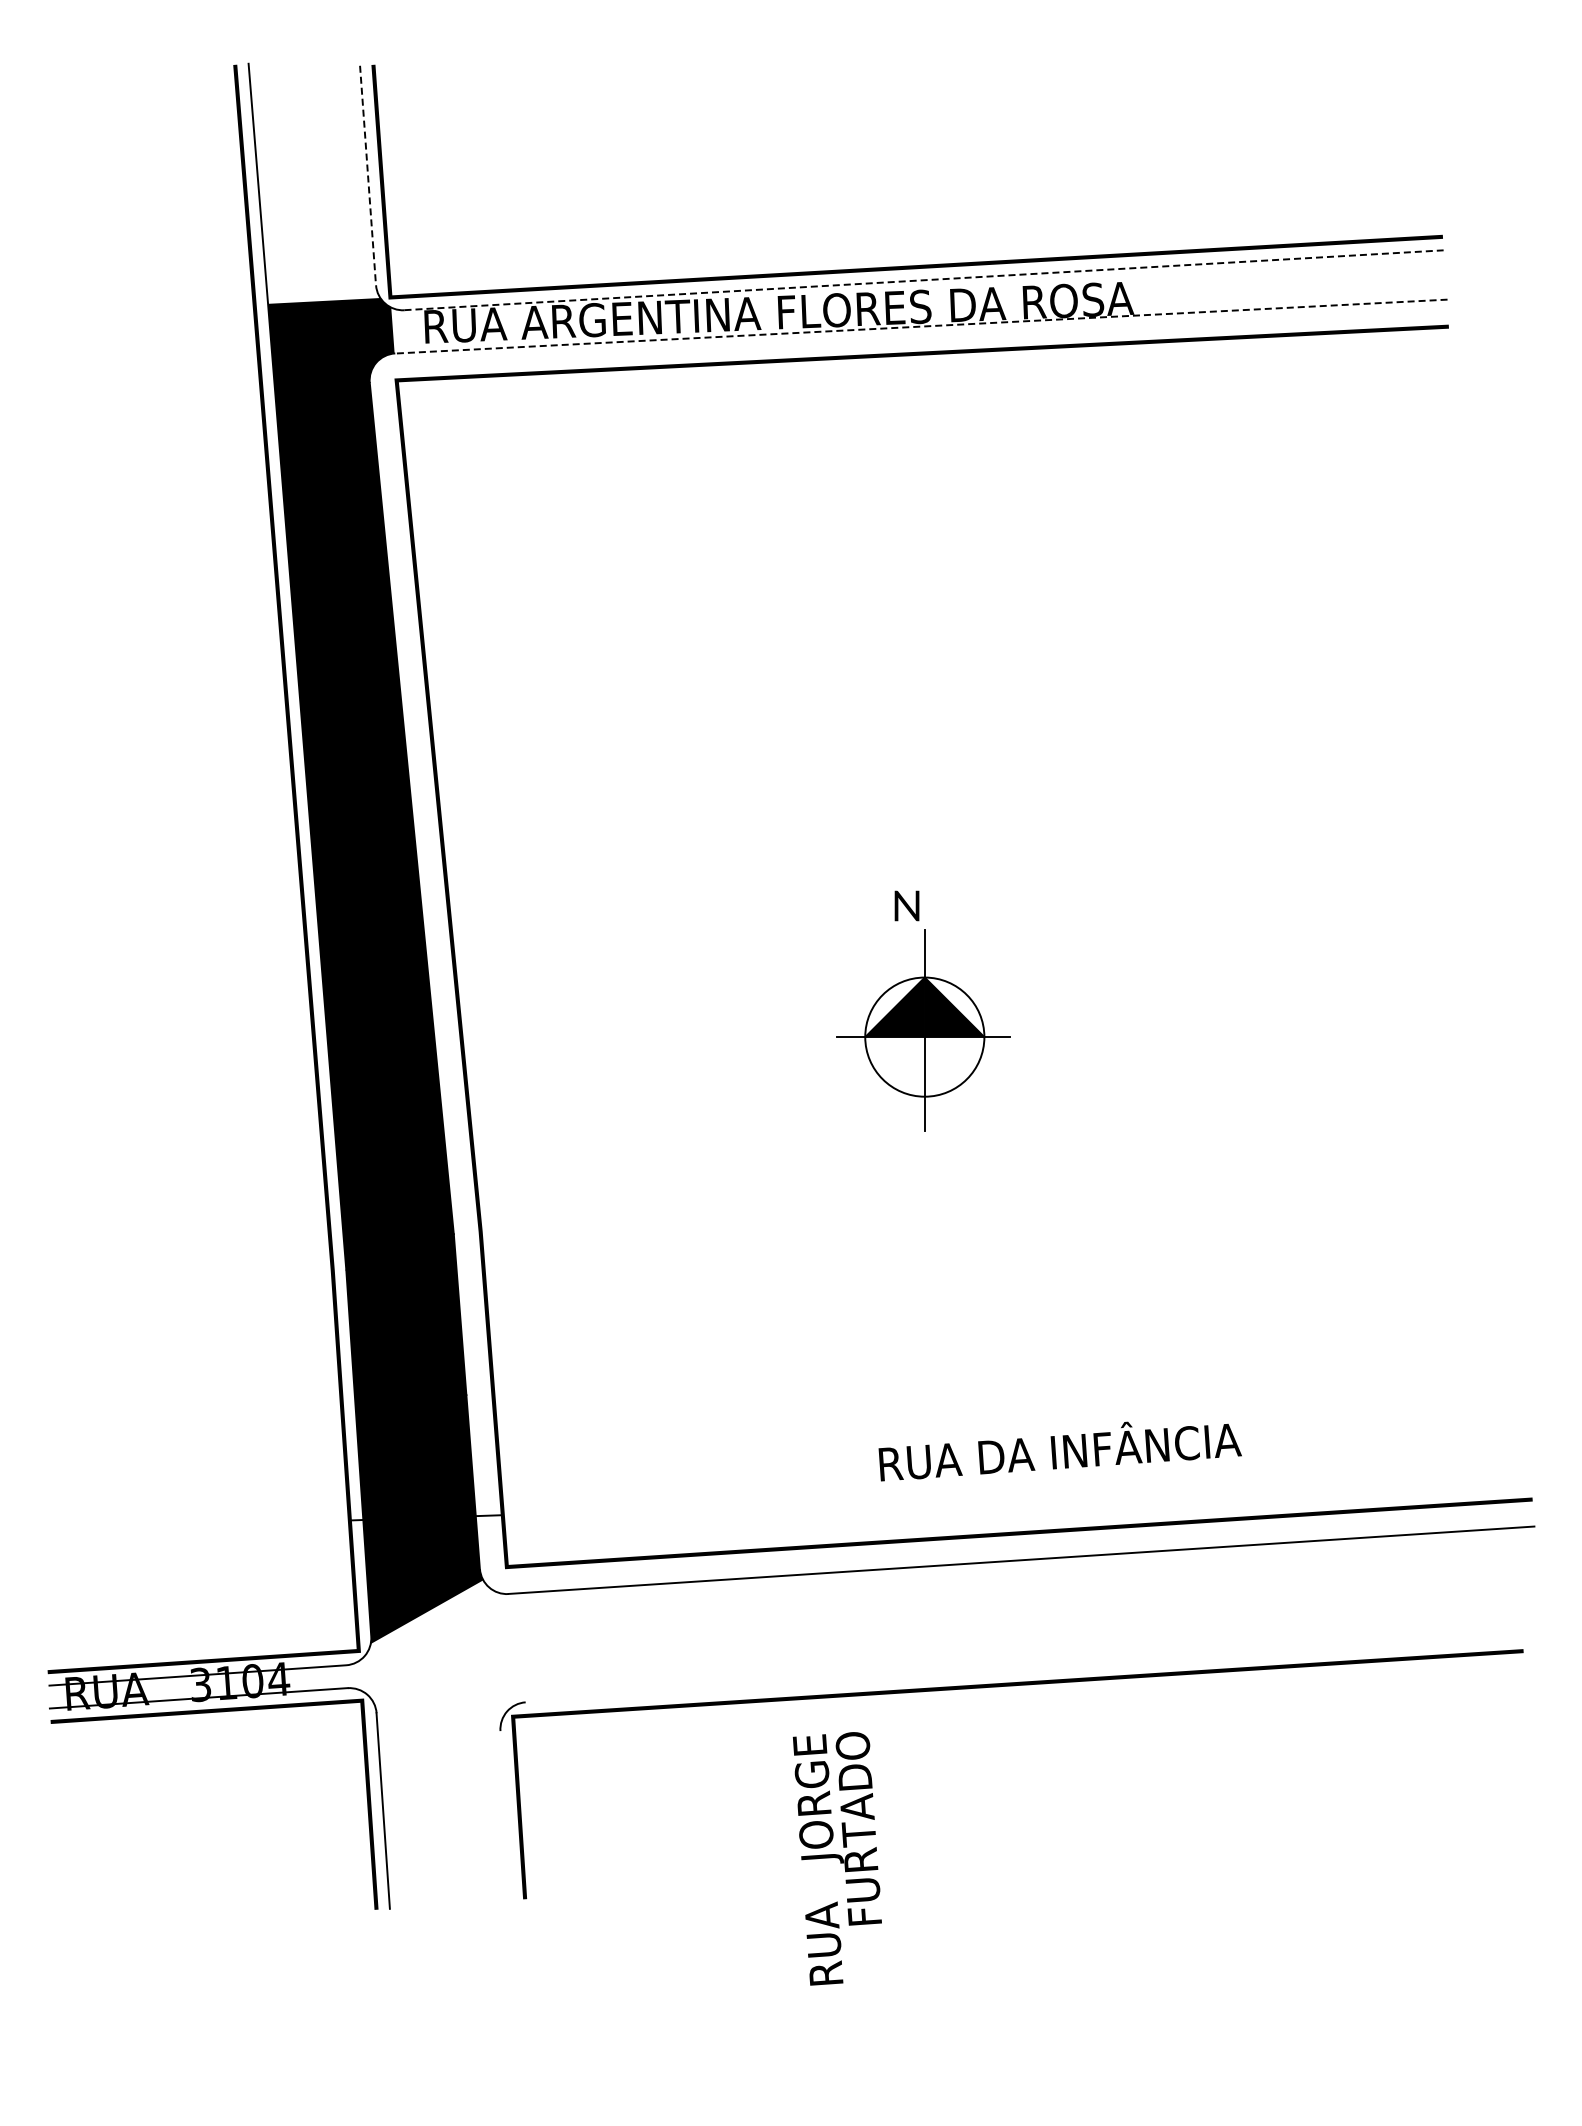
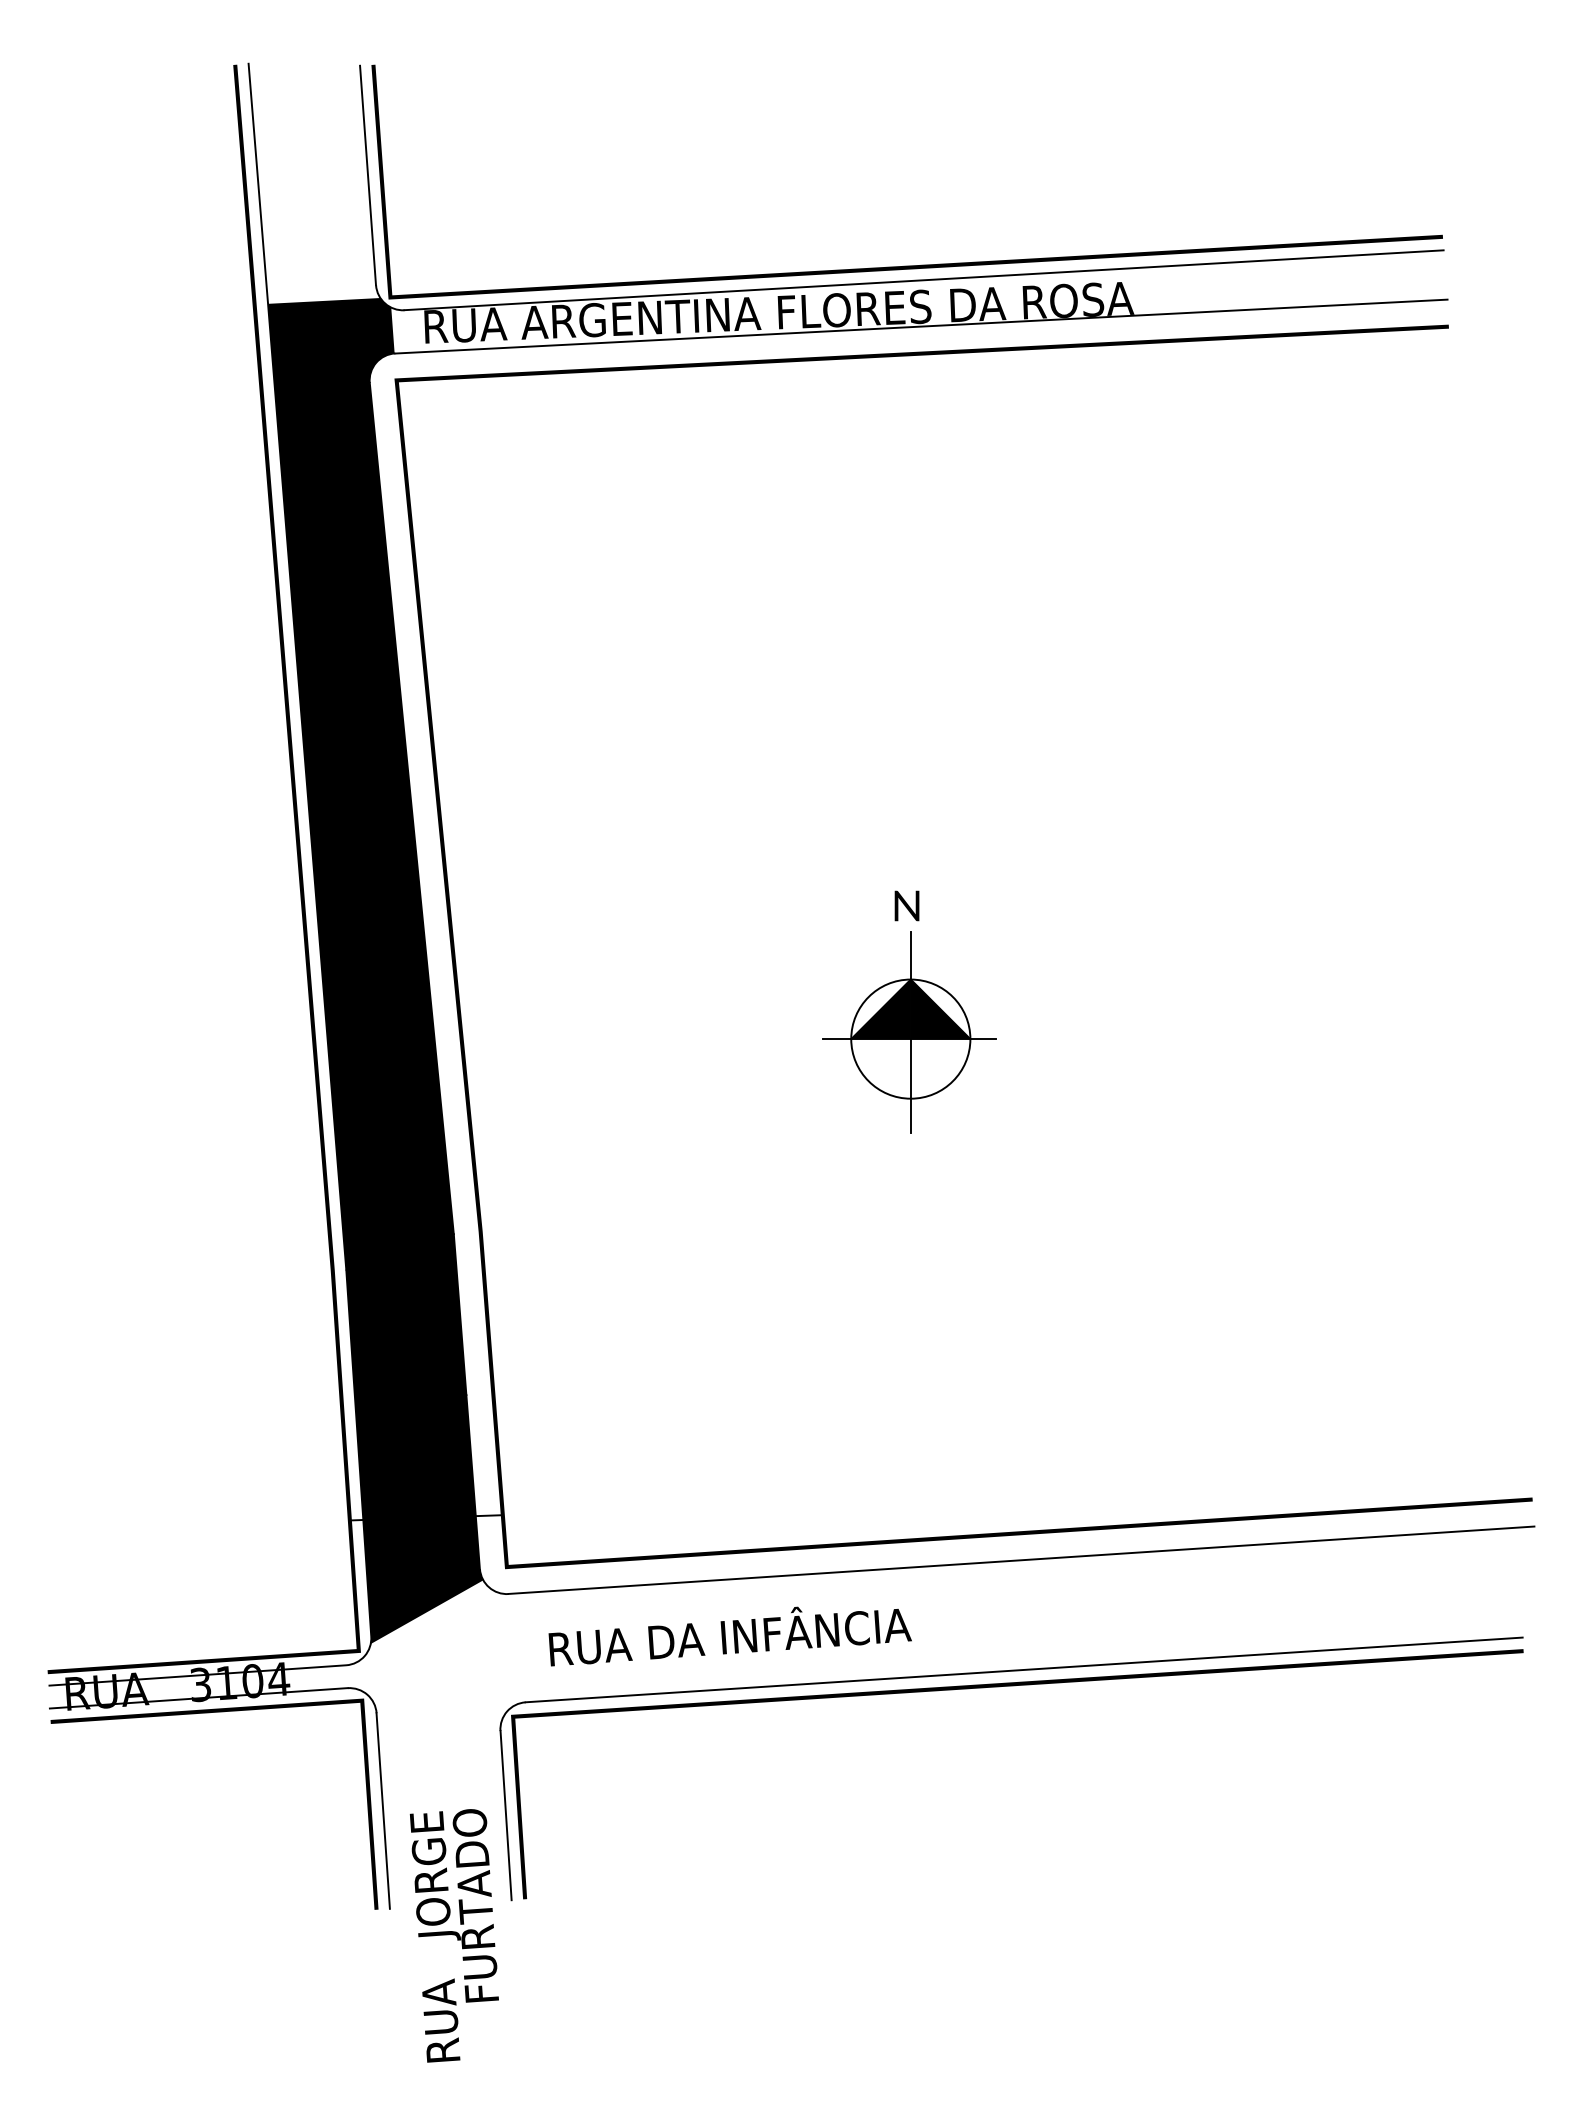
line at (368, 175): dashed -> solid
line at (924, 280): dashed -> solid
line at (921, 326): dashed -> solid
part at (923, 1030) position: (923, 1030) -> (909, 1032)
text at (1059, 1451) position: (1059, 1451) -> (729, 1636)
line at (1023, 1669): none -> present
line at (505, 1815): none -> present
text at (836, 1858) position: (836, 1858) -> (453, 1935)
